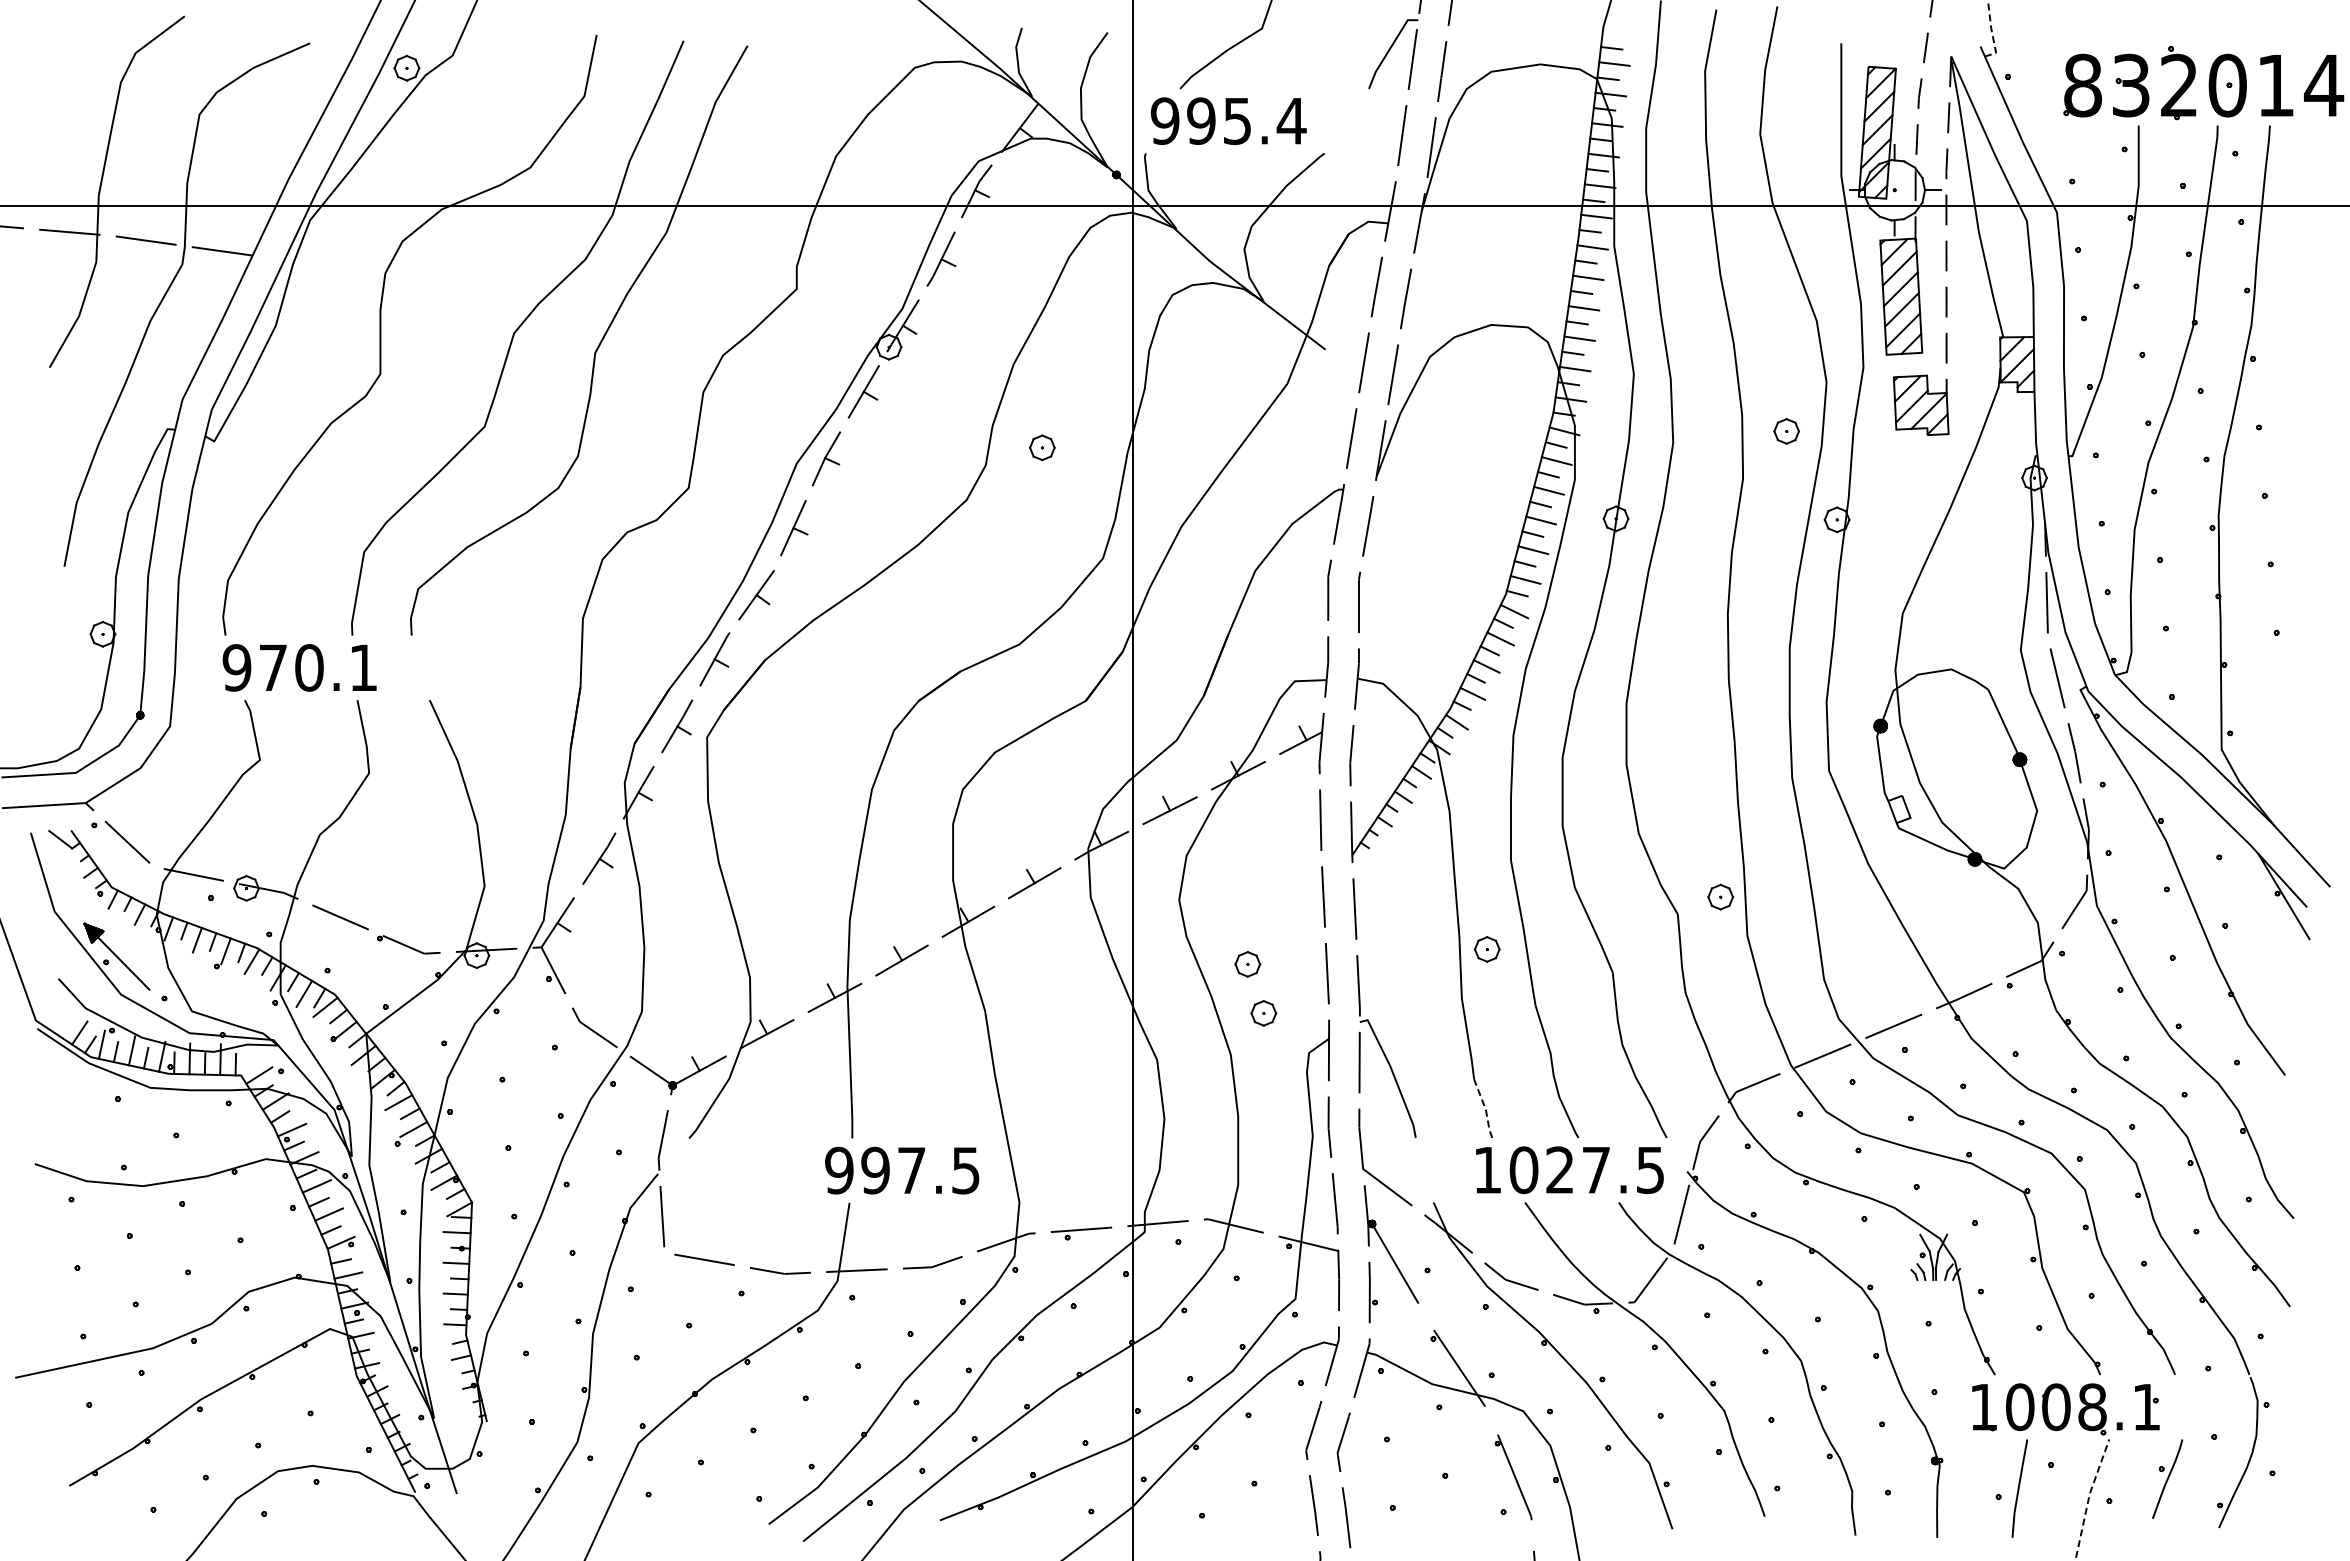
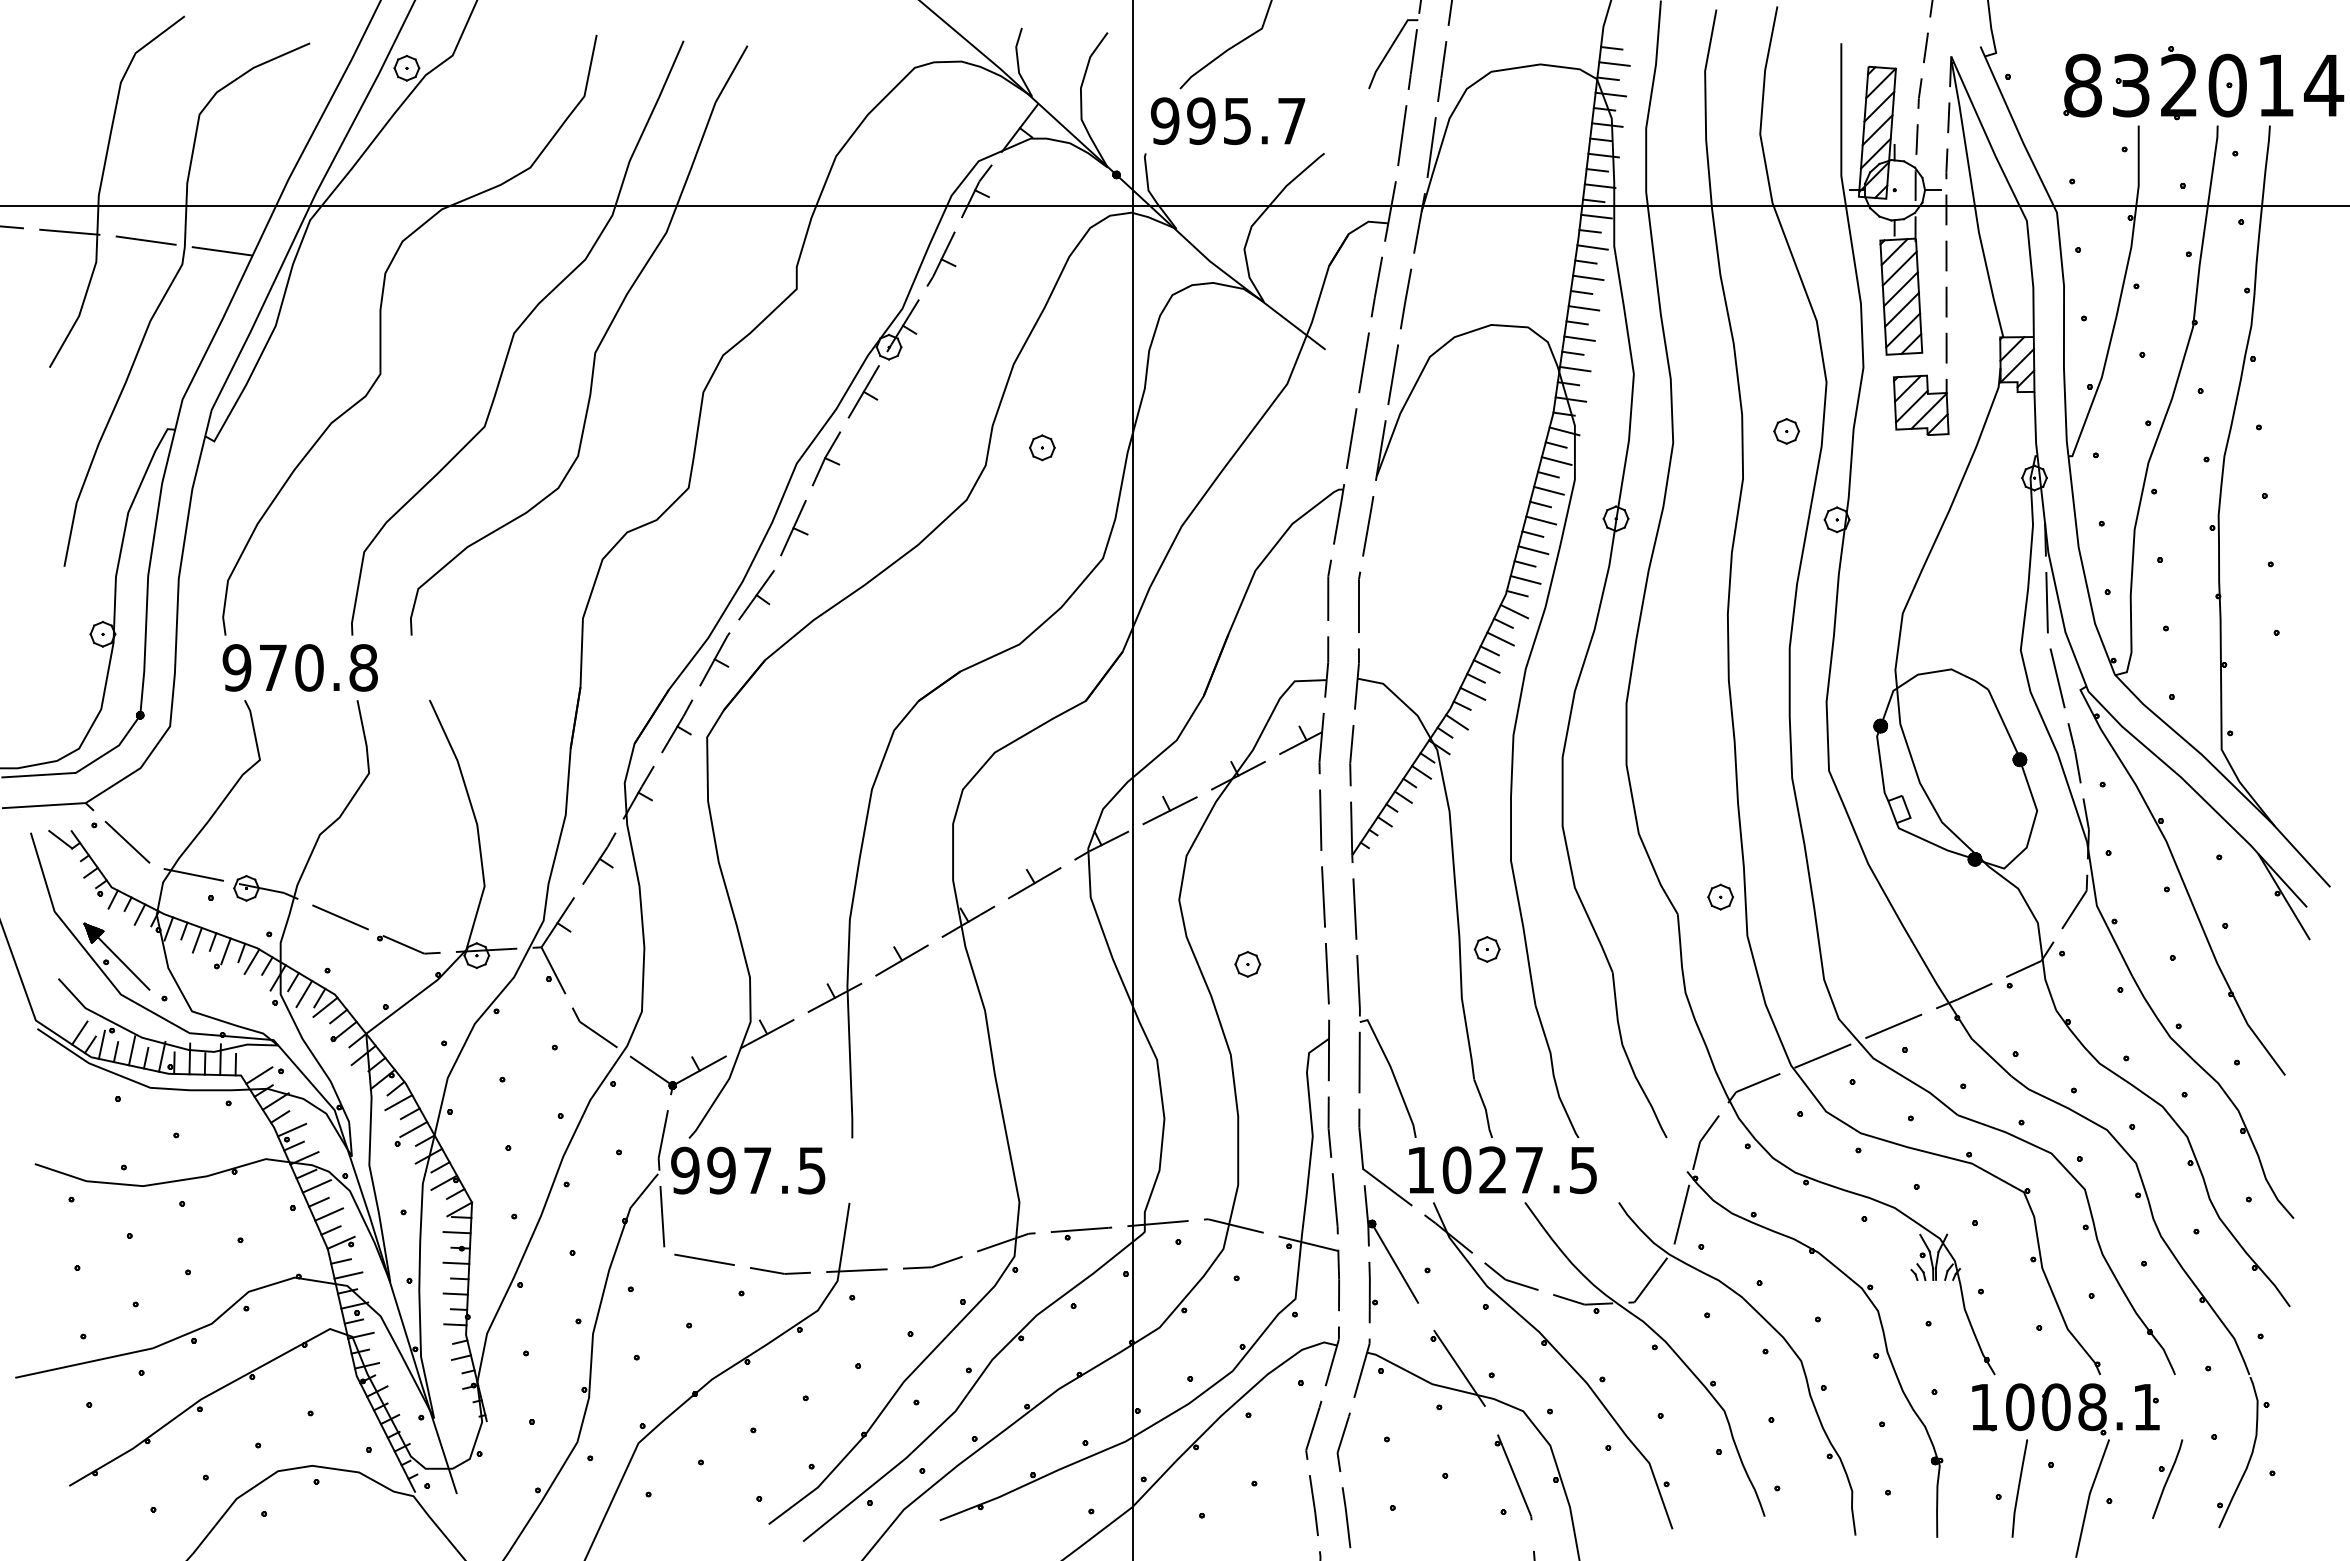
line at (1992, 33): dashed -> solid
text at (1291, 121): 995.4 -> 995.7
text at (363, 667): 970.1 -> 970.8
part at (1263, 1013): present -> none
line at (1485, 1108): dashed -> solid
text at (902, 1170) position: (902, 1170) -> (748, 1170)
text at (1569, 1170) position: (1569, 1170) -> (1502, 1170)
line at (2089, 1496): dashed -> solid
